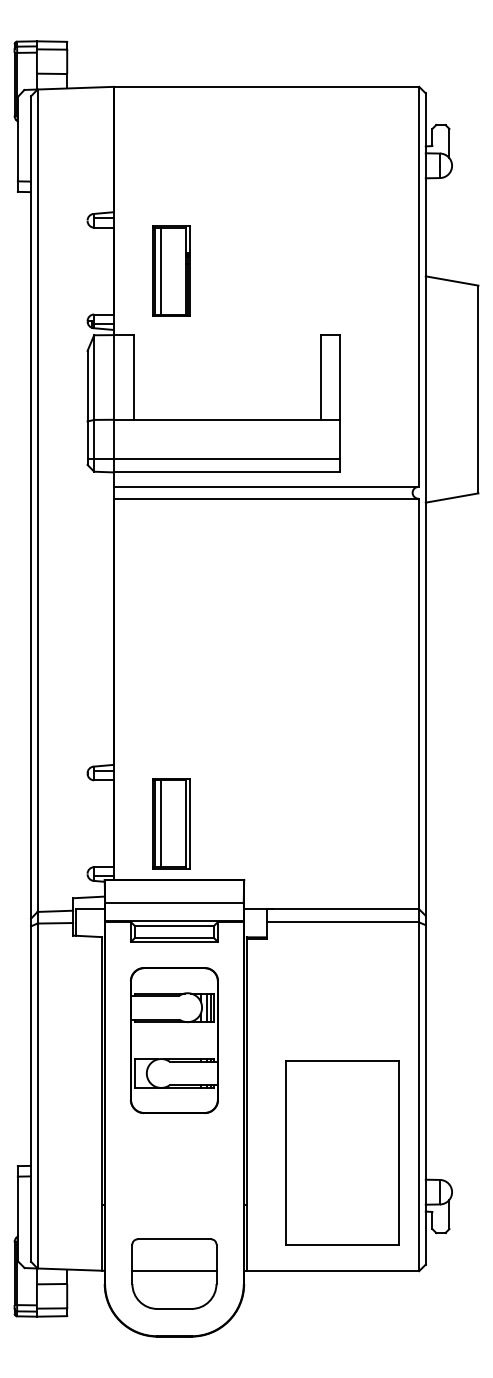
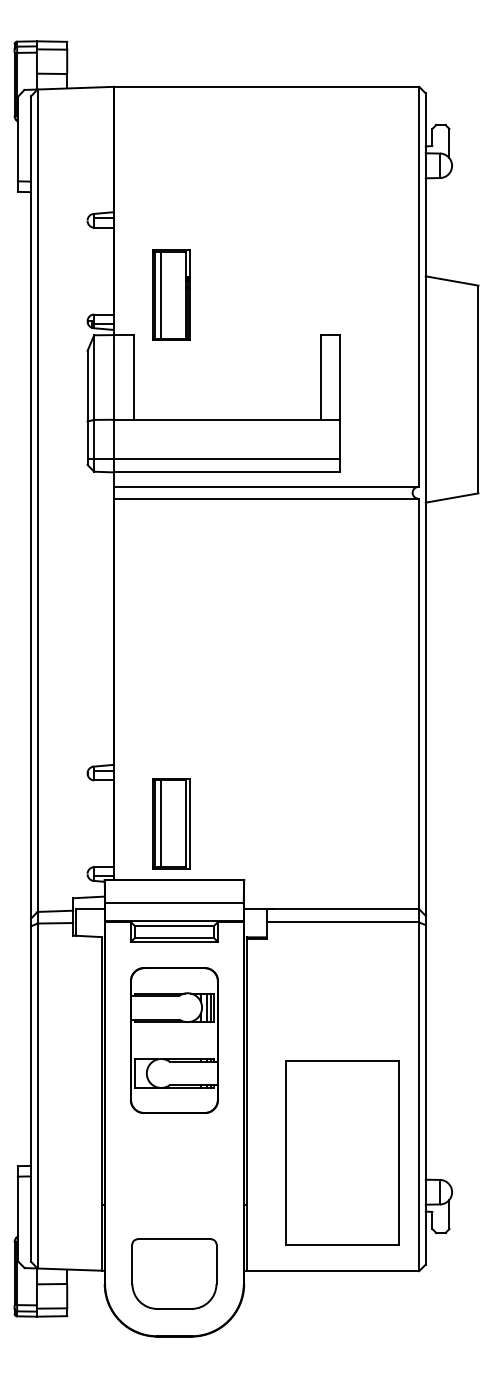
part at (171, 270) position: (171, 270) -> (171, 294)
line at (174, 1271): present -> none
